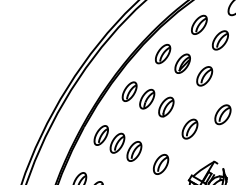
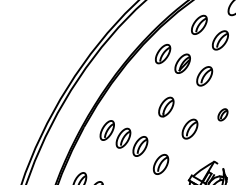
part at (138, 95): present -> none
part at (222, 114) size: 18x22 px -> 12x14 px
part at (117, 143) position: (117, 143) -> (123, 138)
